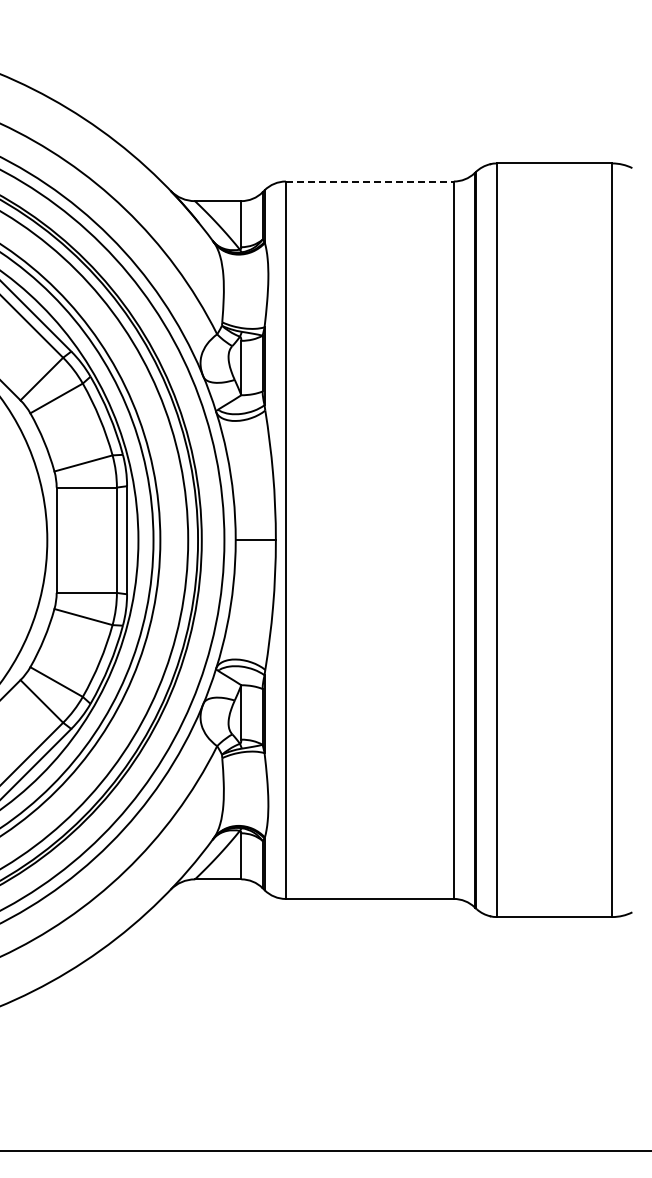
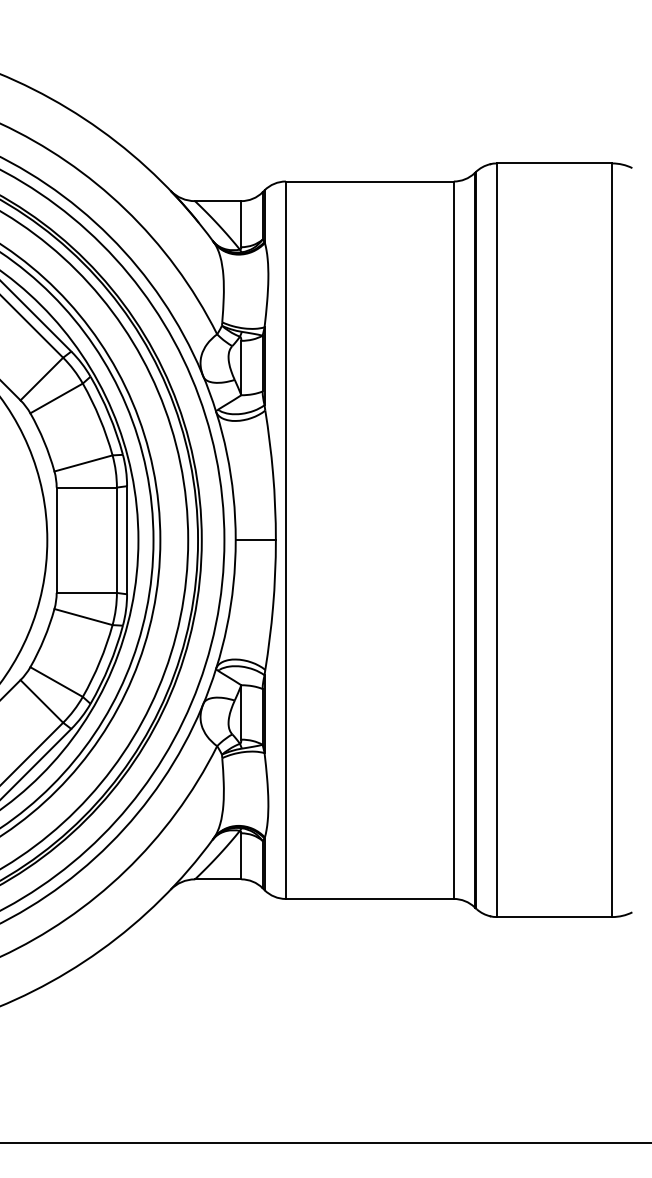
line at (369, 181): dashed -> solid
line at (325, 1150) position: (325, 1150) -> (325, 1142)
